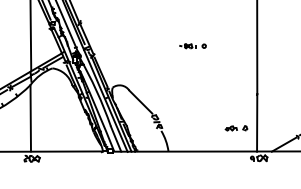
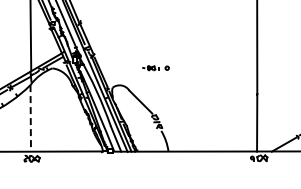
part at (192, 46) position: (192, 46) -> (155, 68)
line at (30, 118): solid -> dashed
part at (236, 128): present -> none
